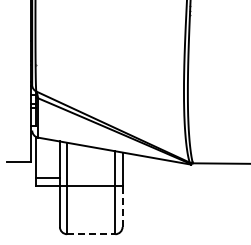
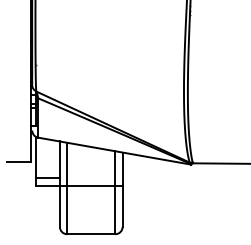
line at (122, 206): dashed -> solid
line at (91, 234): dashed -> solid
